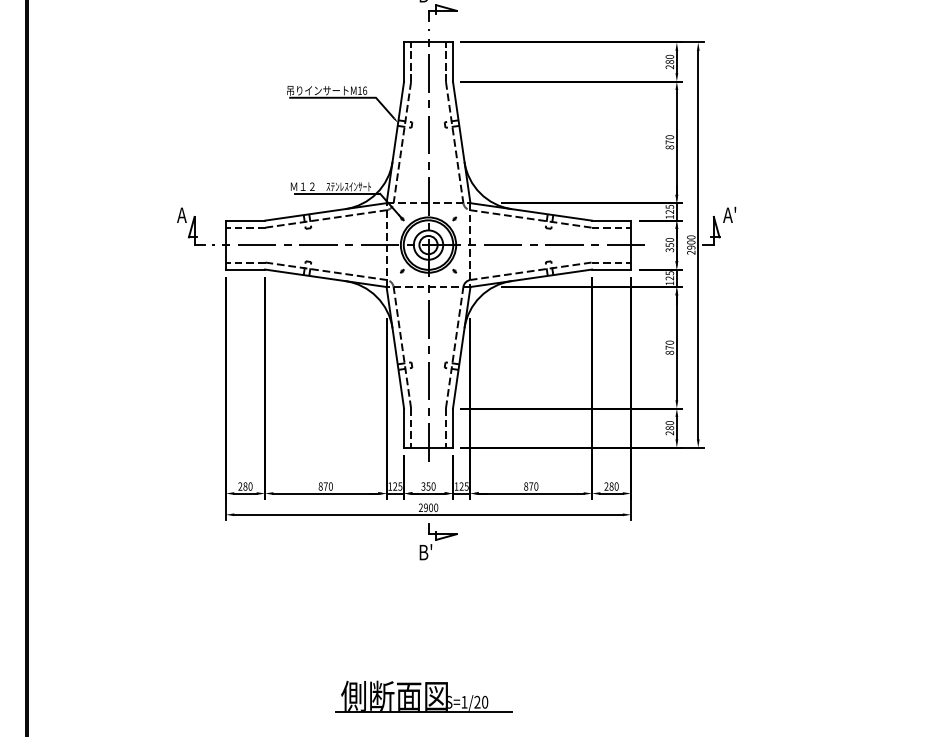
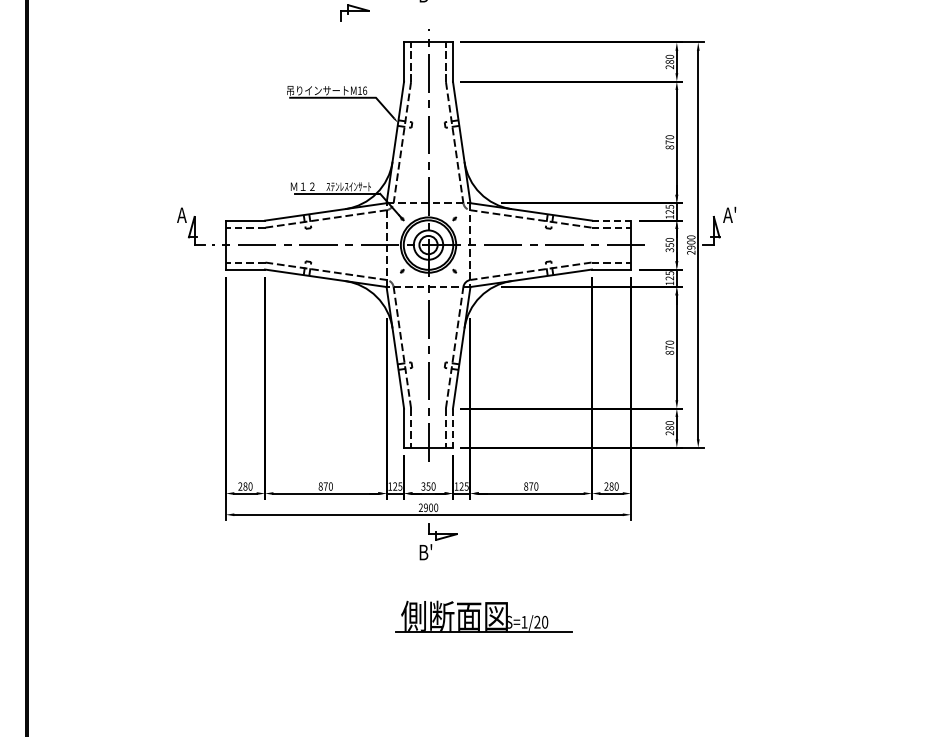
part at (442, 12) position: (442, 12) -> (354, 12)
line at (611, 220): solid -> dashed
line at (452, 428): solid -> dashed
part at (423, 696) position: (423, 696) -> (483, 616)
